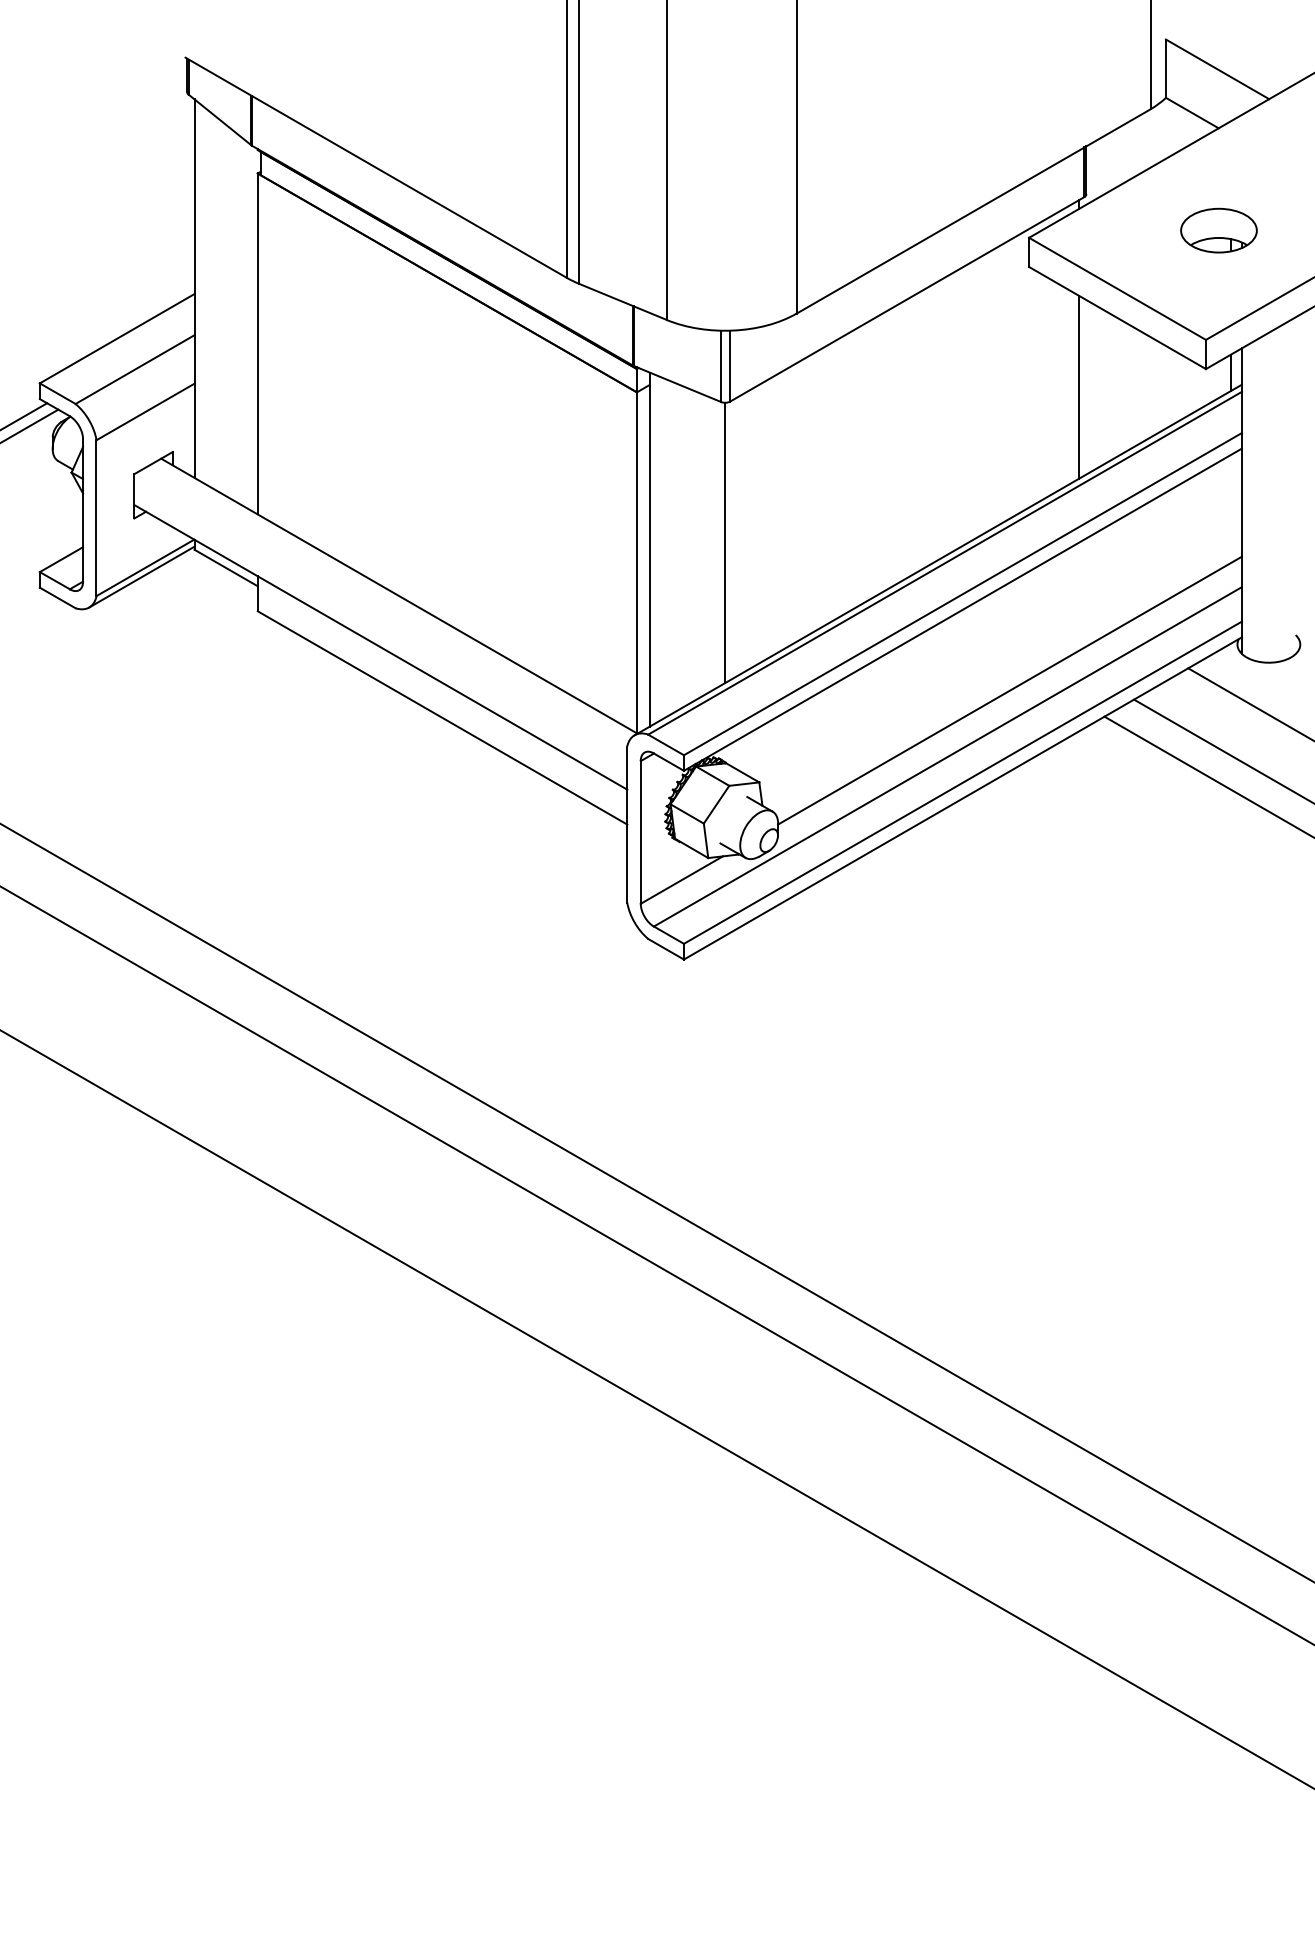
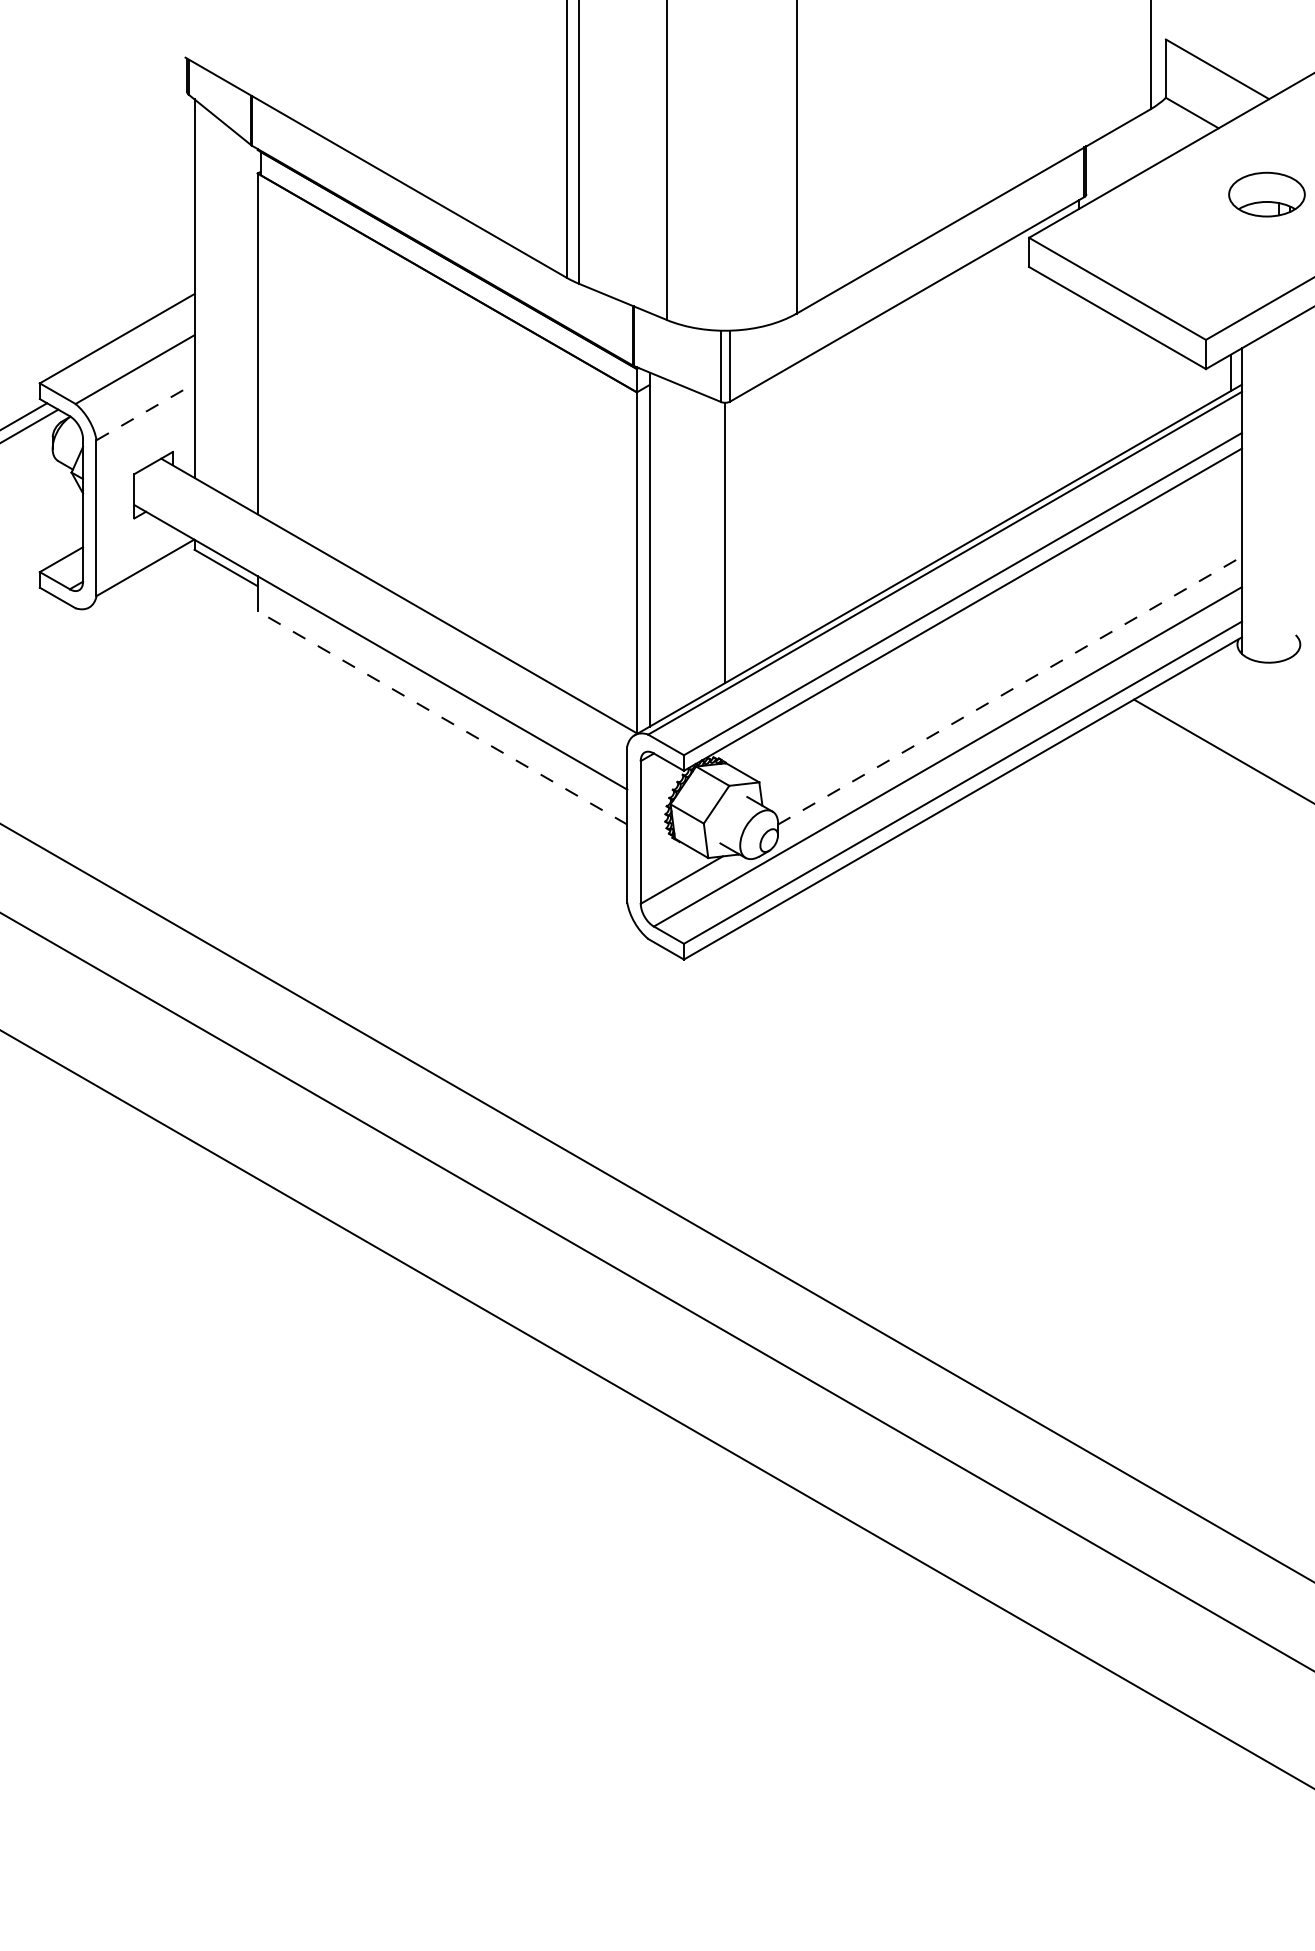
part at (1218, 230) position: (1218, 230) -> (1266, 194)
line at (1079, 386): present -> none
line at (145, 411): solid -> dashed
line at (141, 576): present -> none
line at (1010, 690): solid -> dashed
line at (1249, 703): present -> none
line at (442, 717): solid -> dashed
line at (1207, 776): present -> none
line at (656, 1265) position: (656, 1265) -> (656, 1291)
